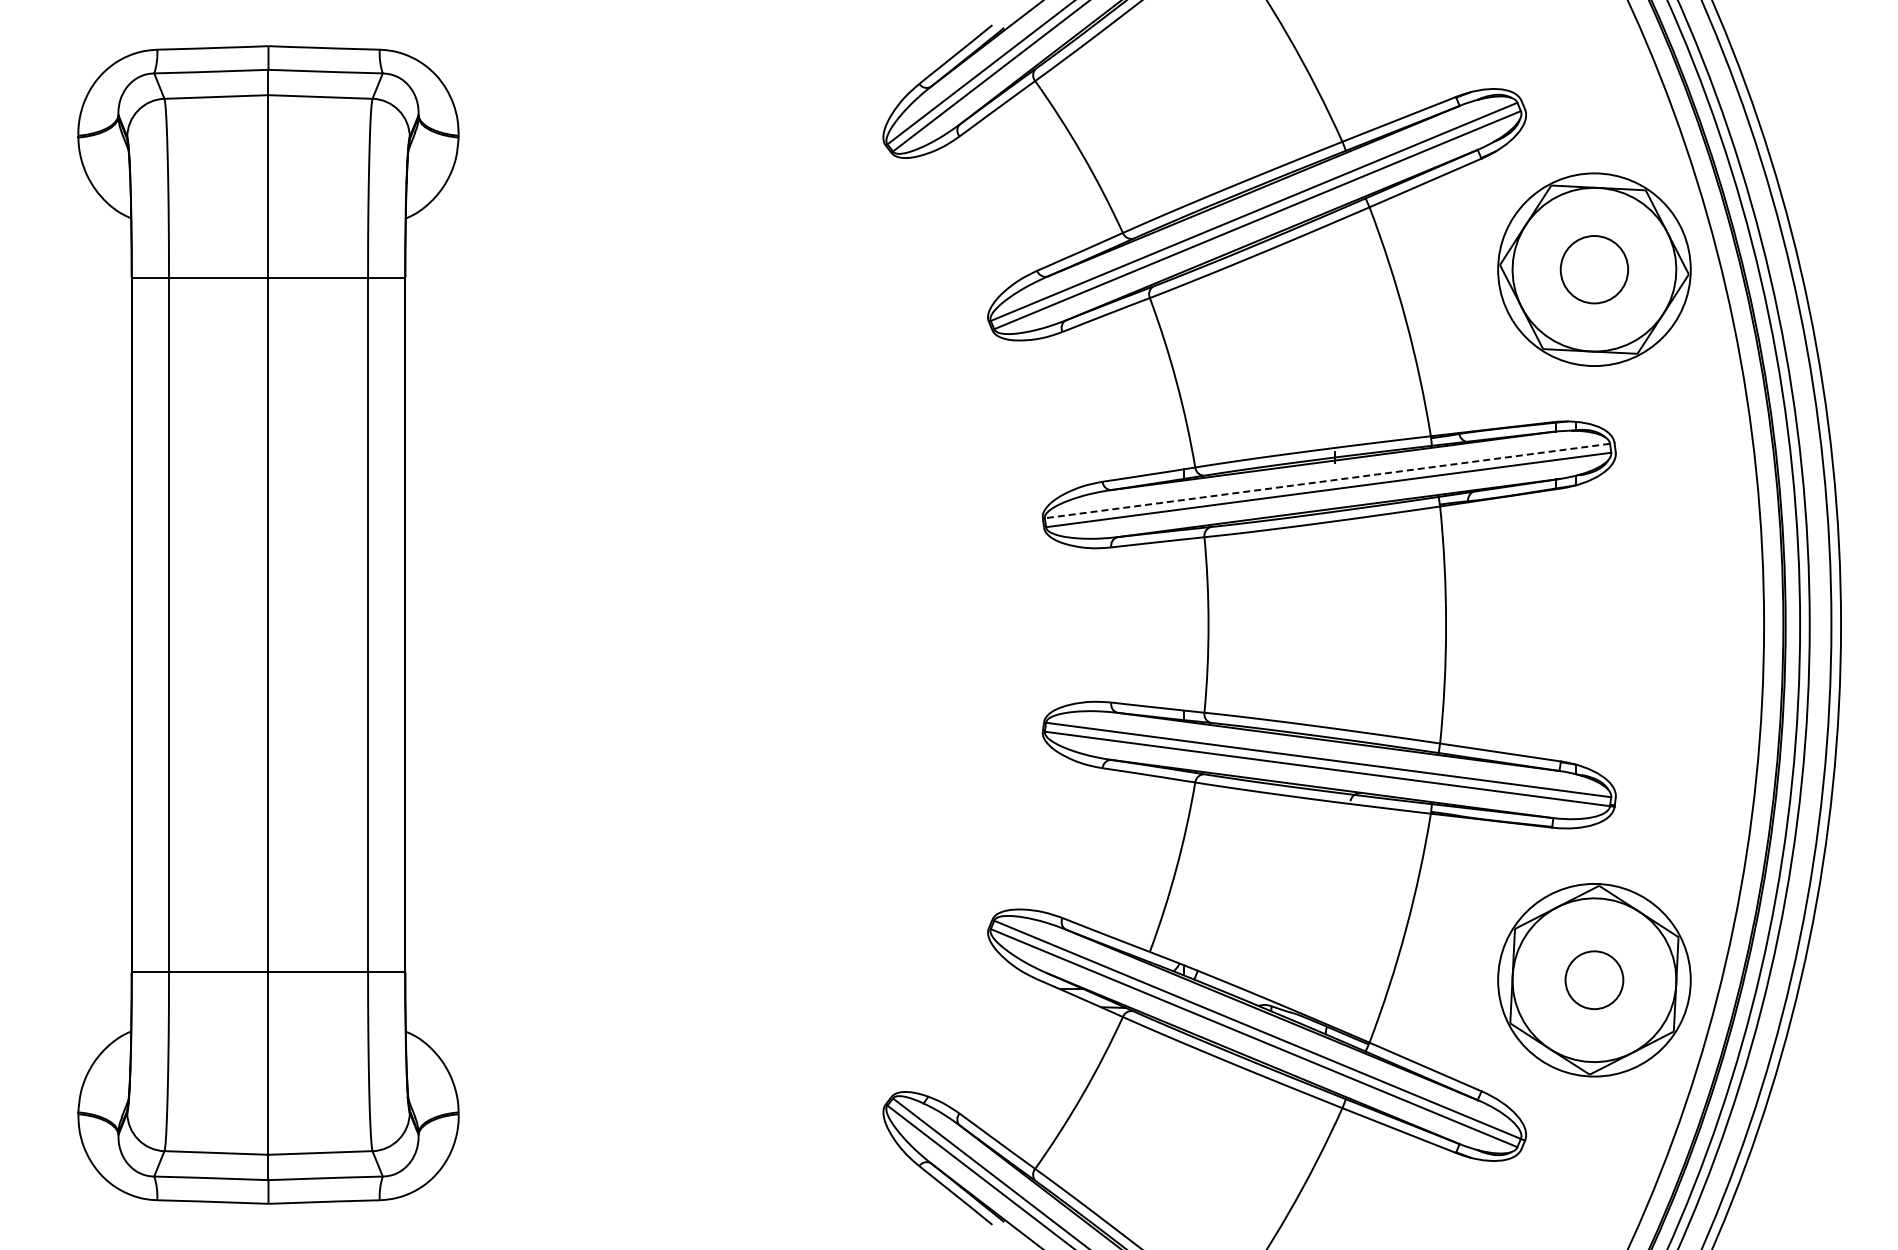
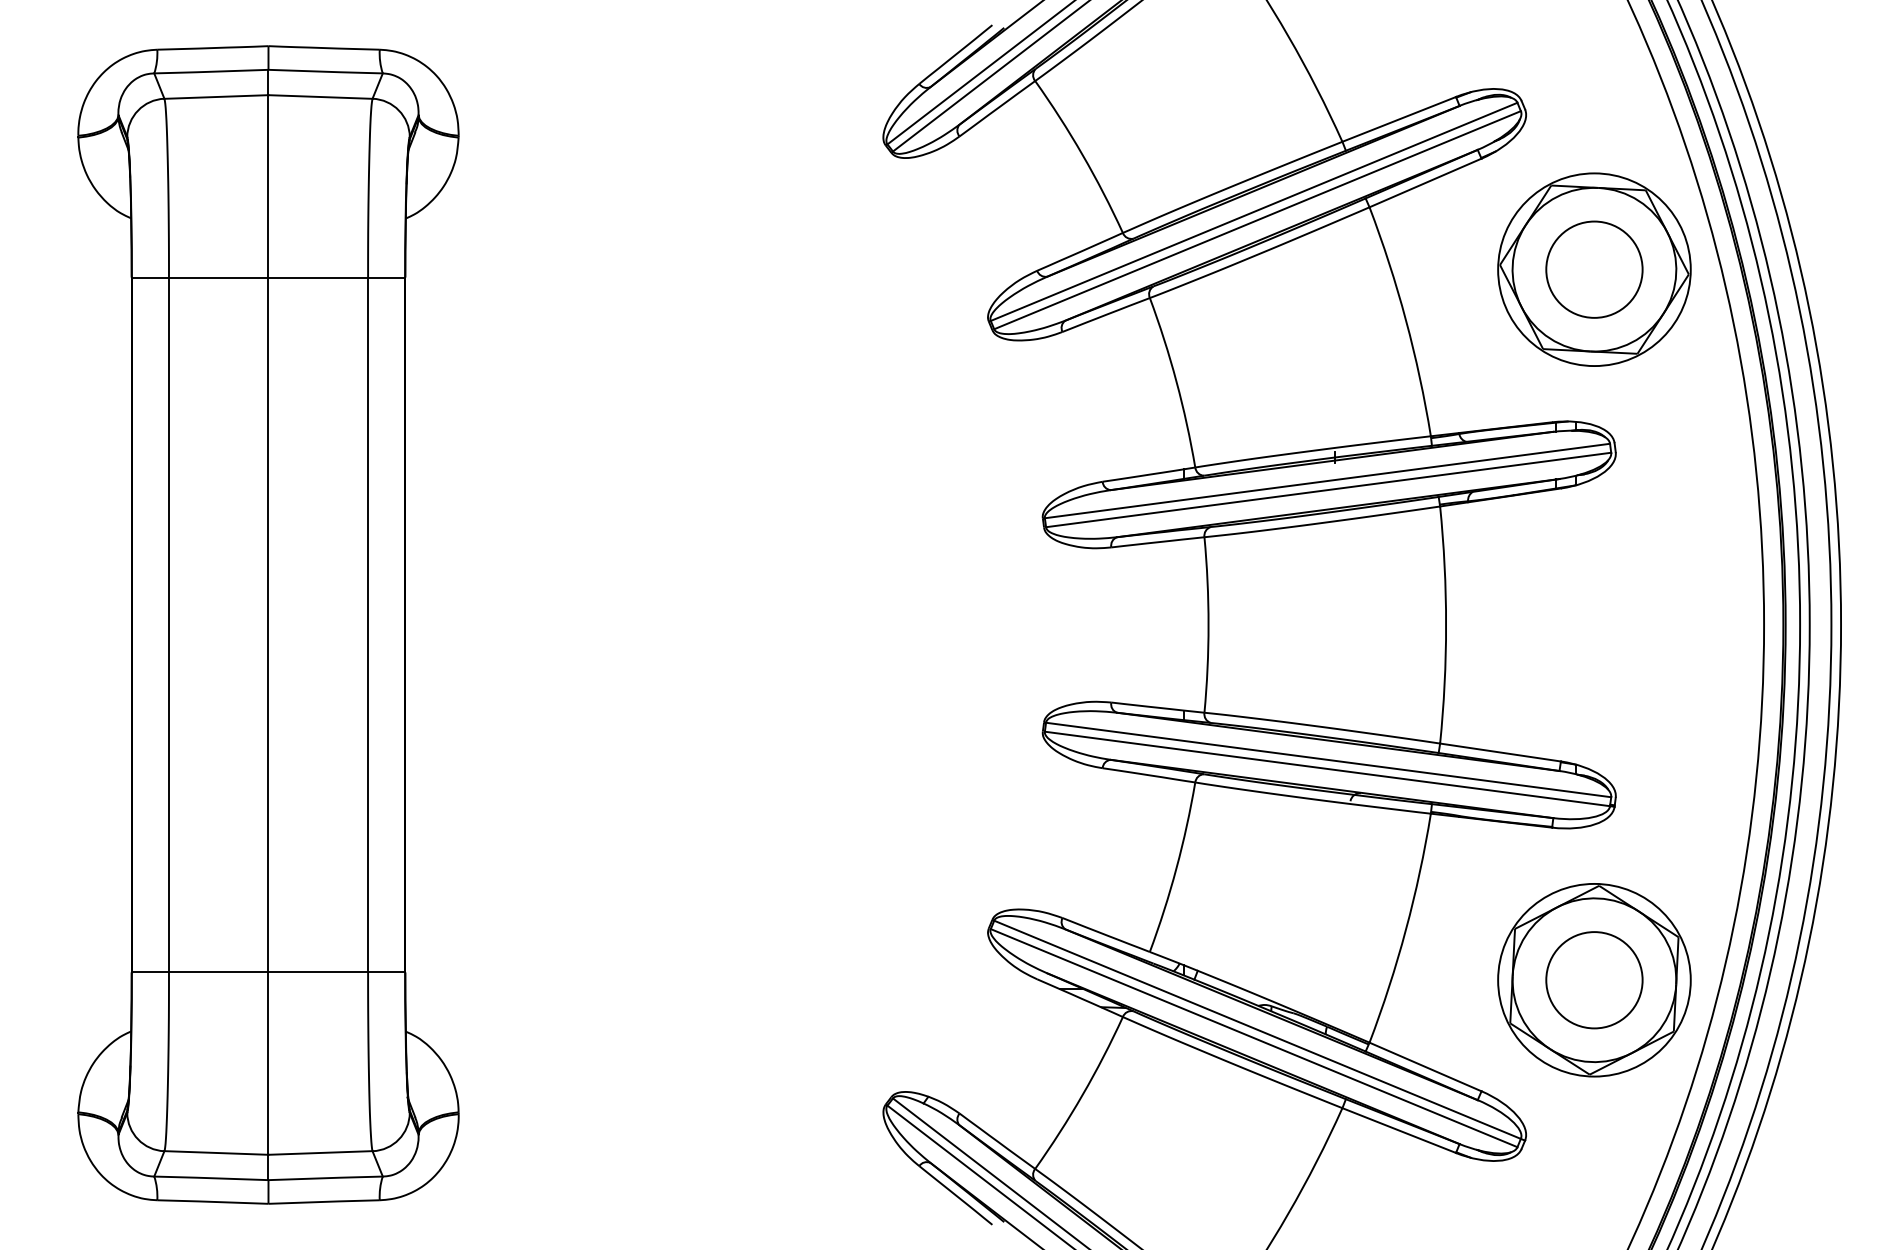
circle at (1594, 269) diameter: 67 px -> 96 px
line at (1326, 481): dashed -> solid
circle at (1594, 980) diameter: 58 px -> 96 px
